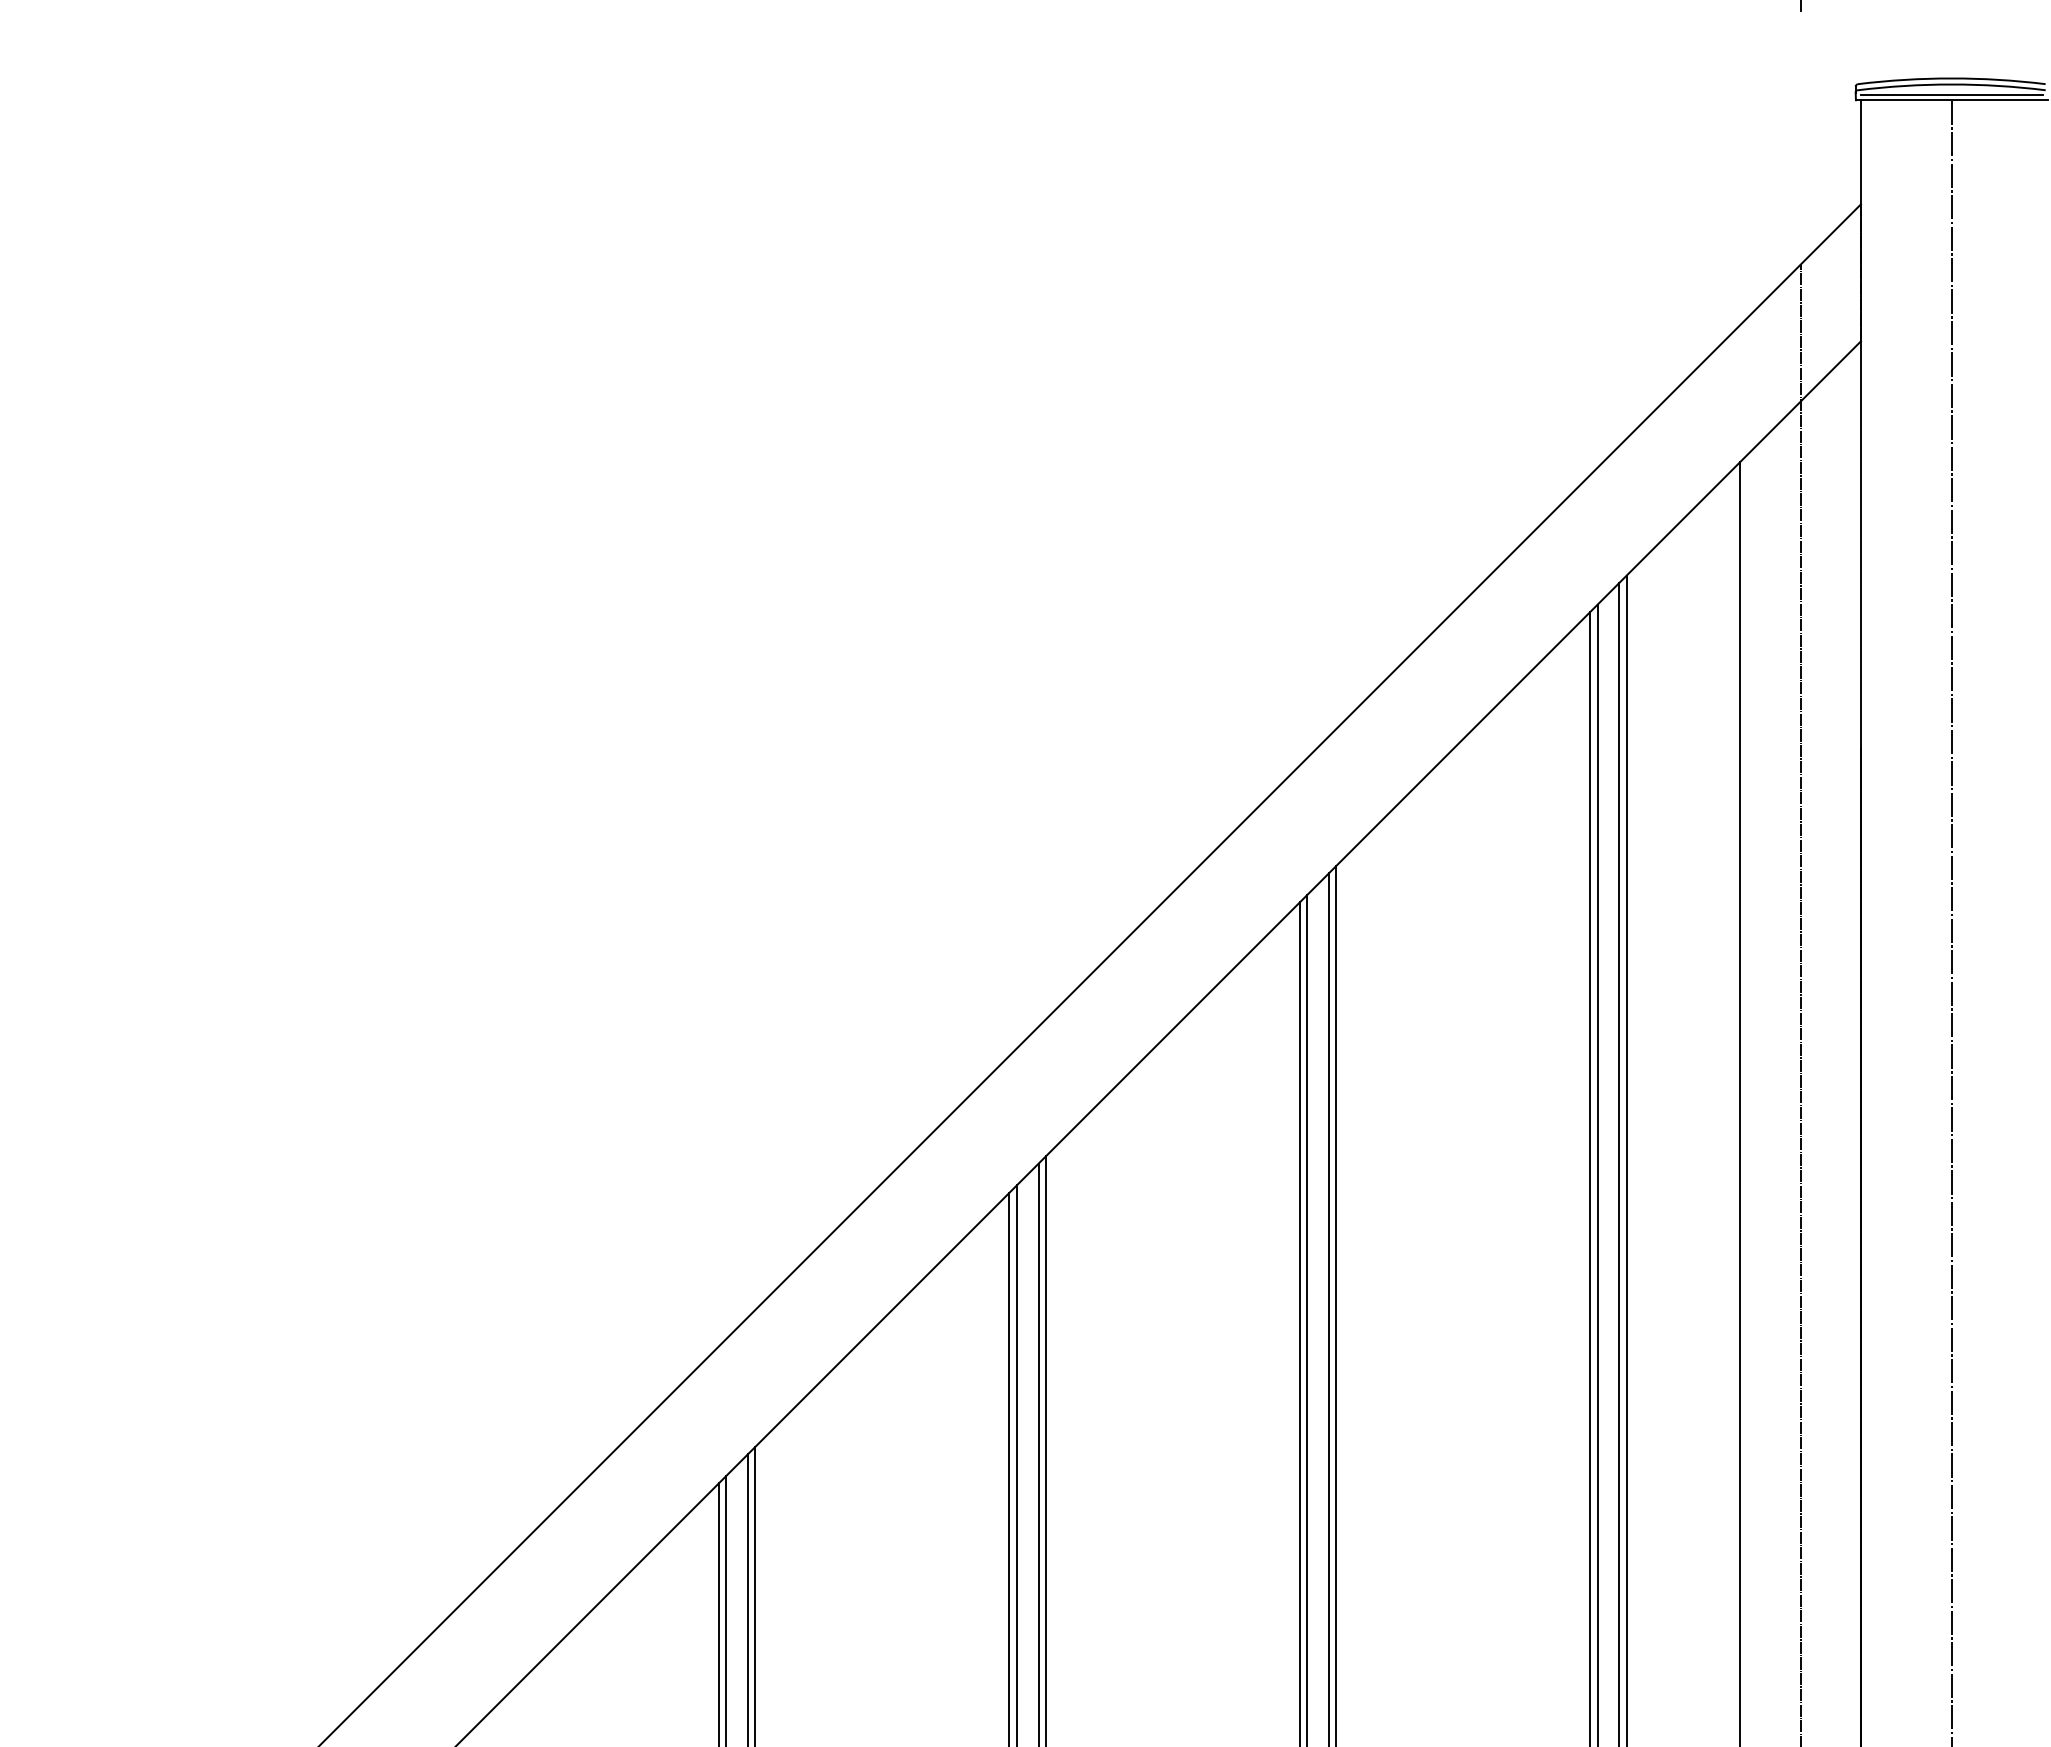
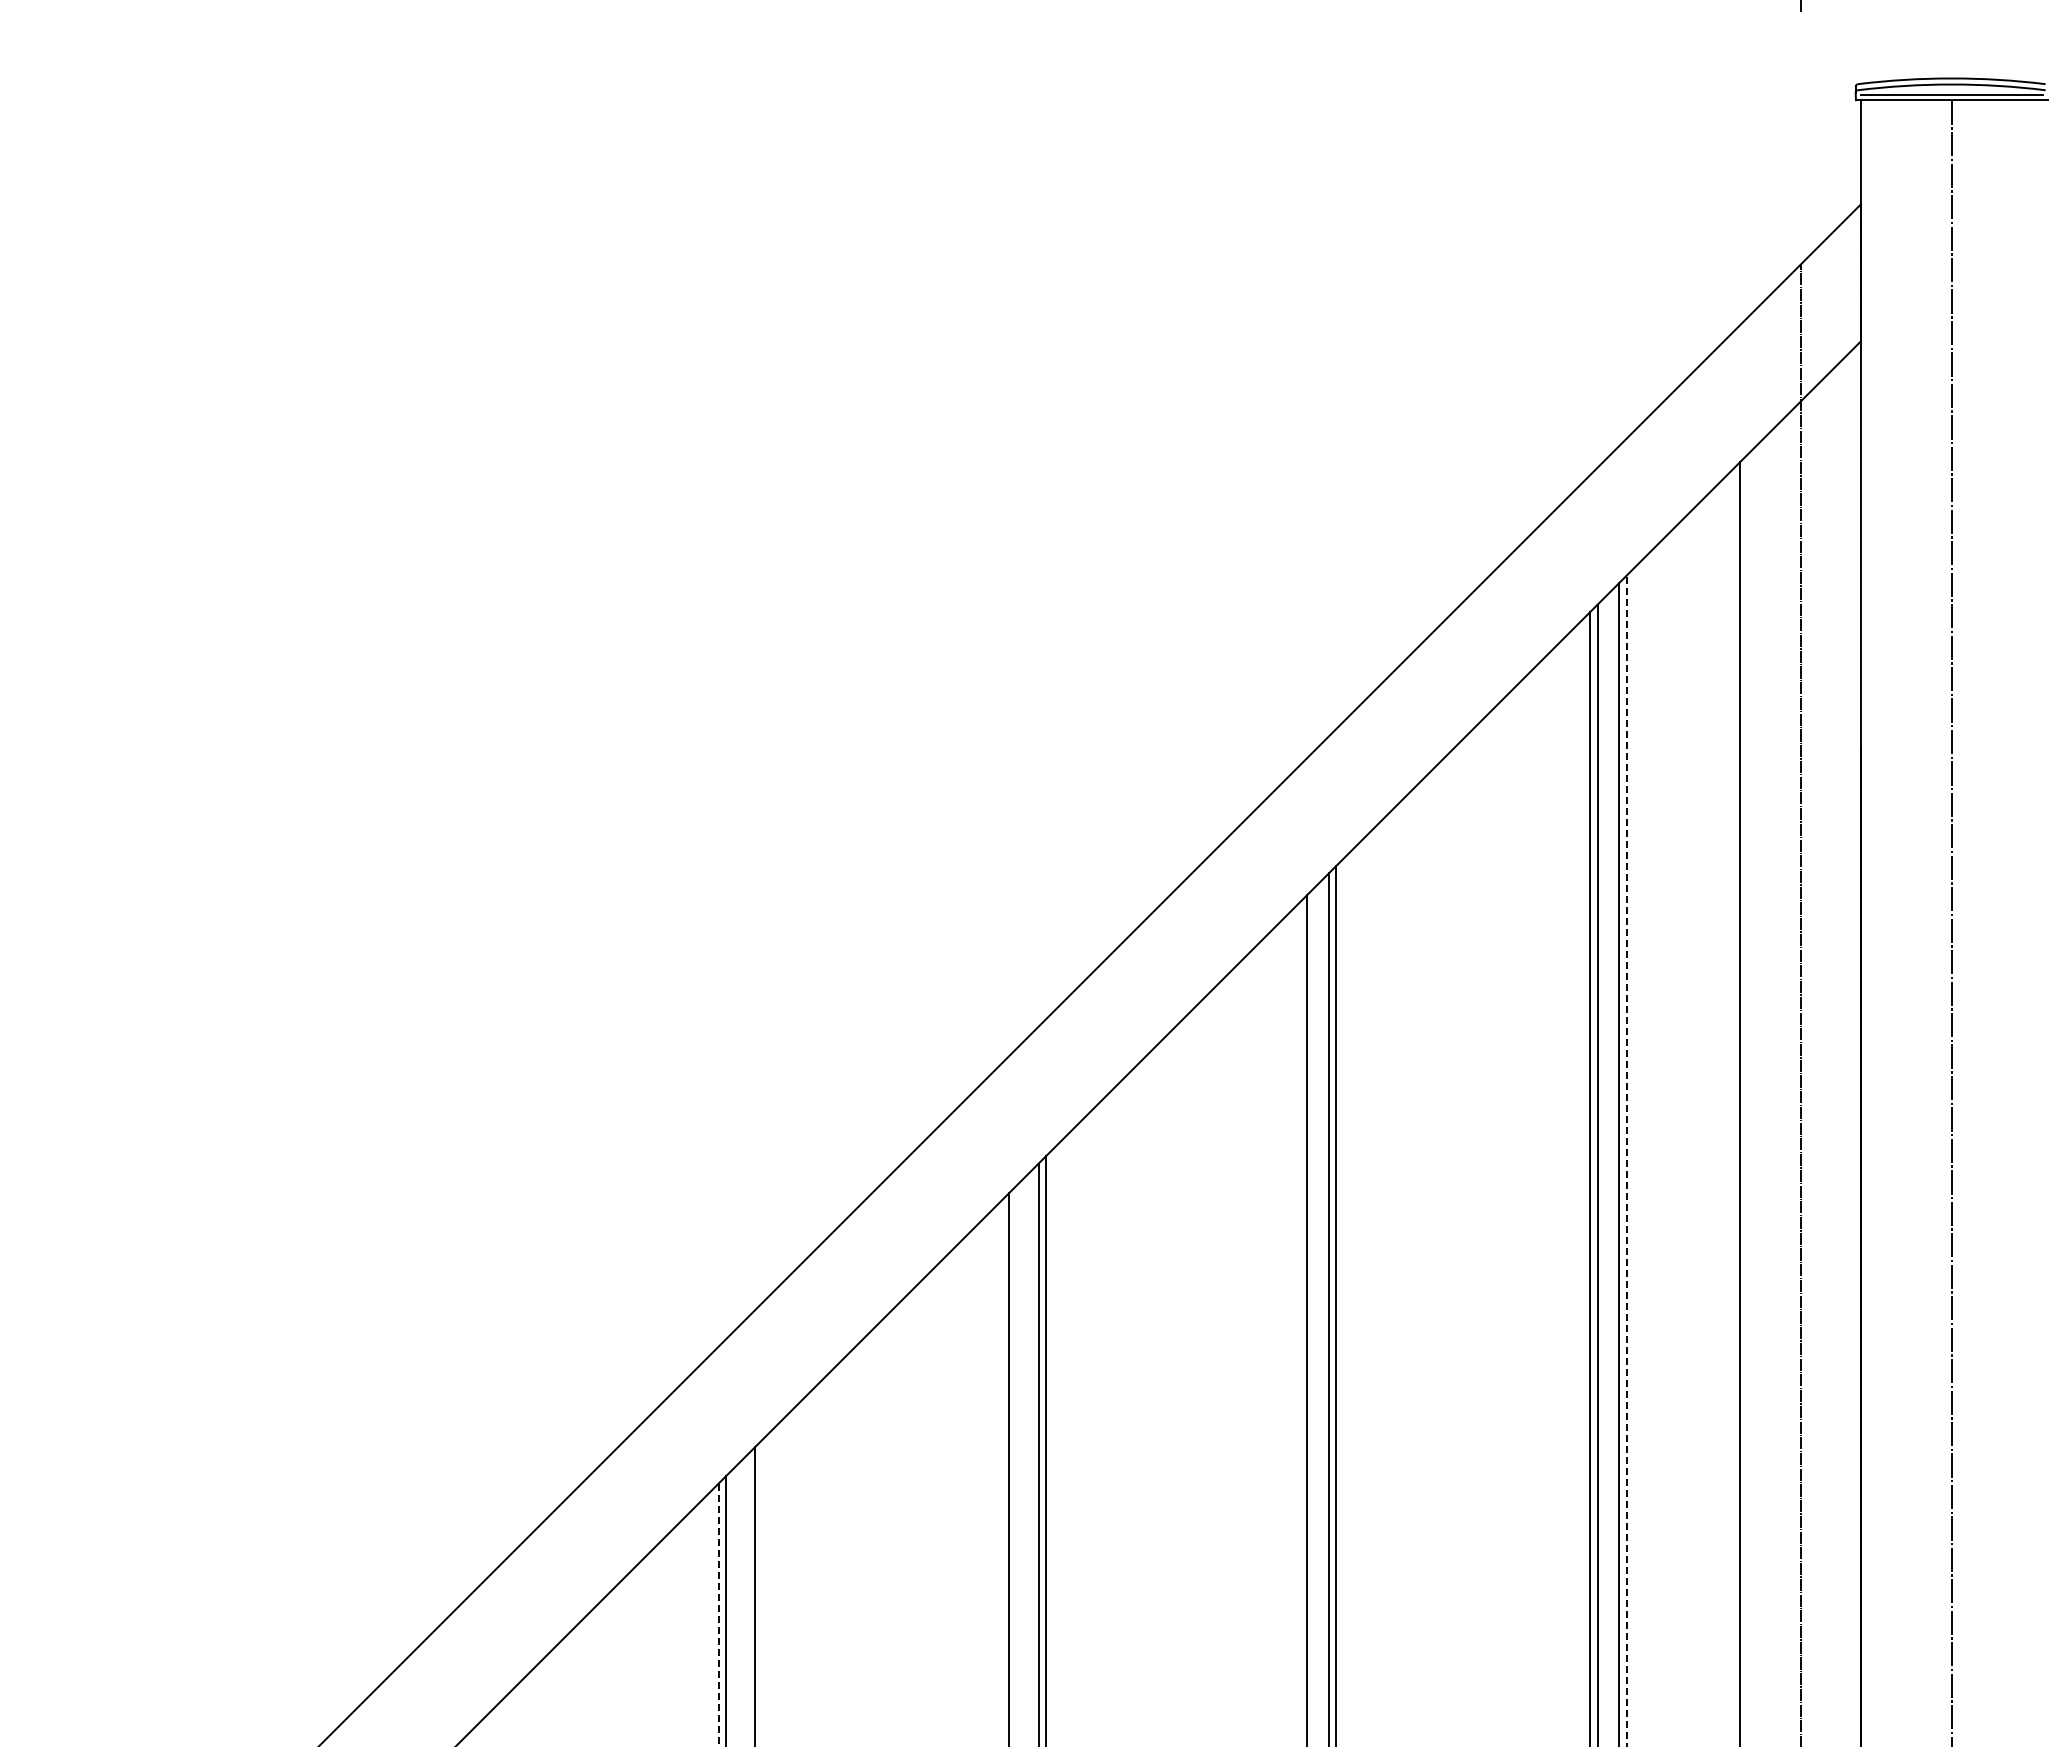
line at (1626, 1160): solid -> dashed
line at (1299, 1322): present -> none
line at (1016, 1464): present -> none
line at (748, 1598): present -> none
line at (719, 1614): solid -> dashed
